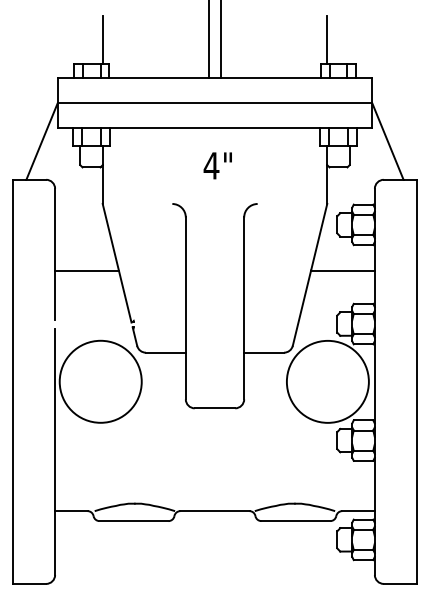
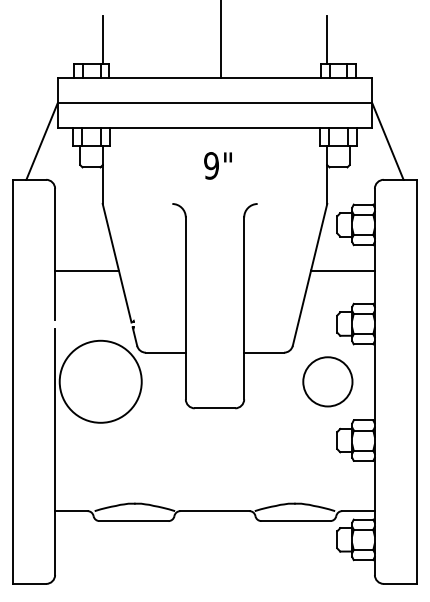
line at (209, 39): present -> none
text at (211, 165): 4" -> 9"
circle at (327, 381) diameter: 82 px -> 49 px
